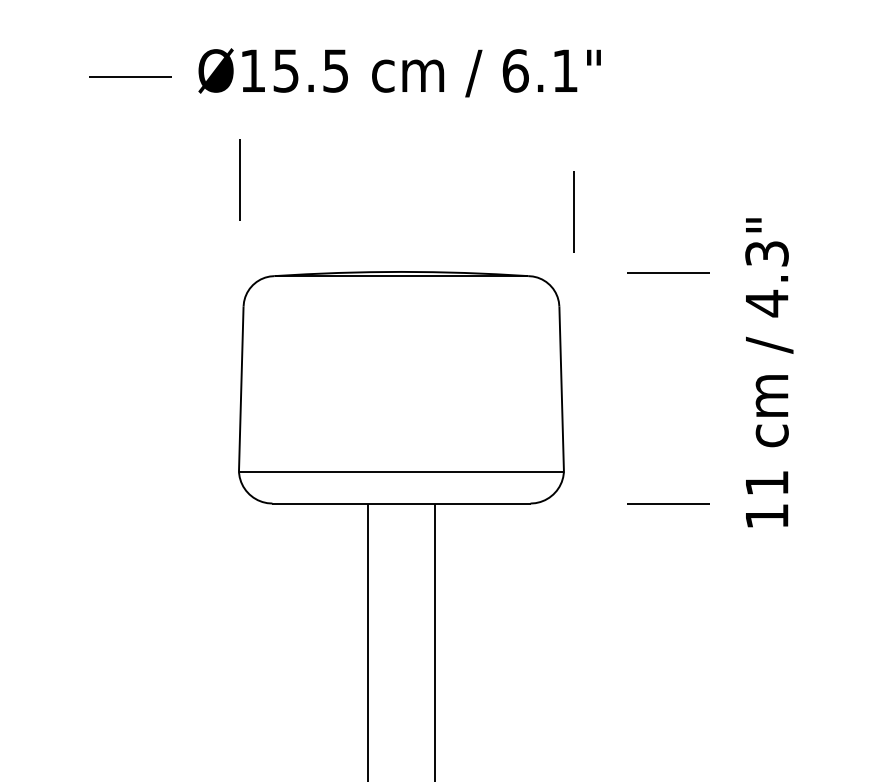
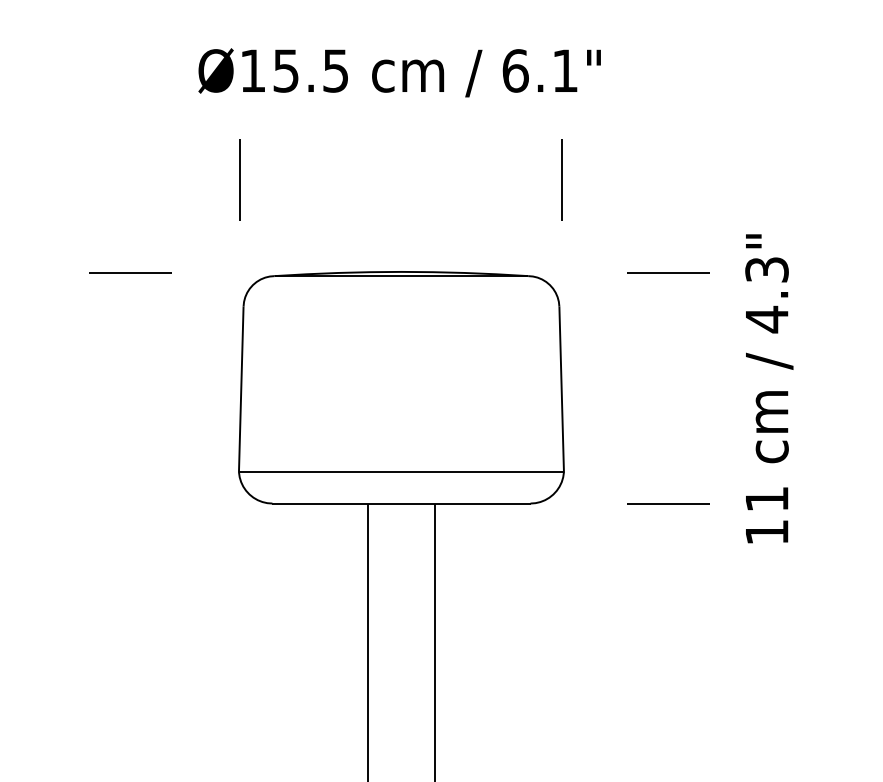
line at (130, 76) position: (130, 76) -> (130, 272)
line at (573, 211) position: (573, 211) -> (561, 179)
text at (769, 372) position: (769, 372) -> (769, 388)
